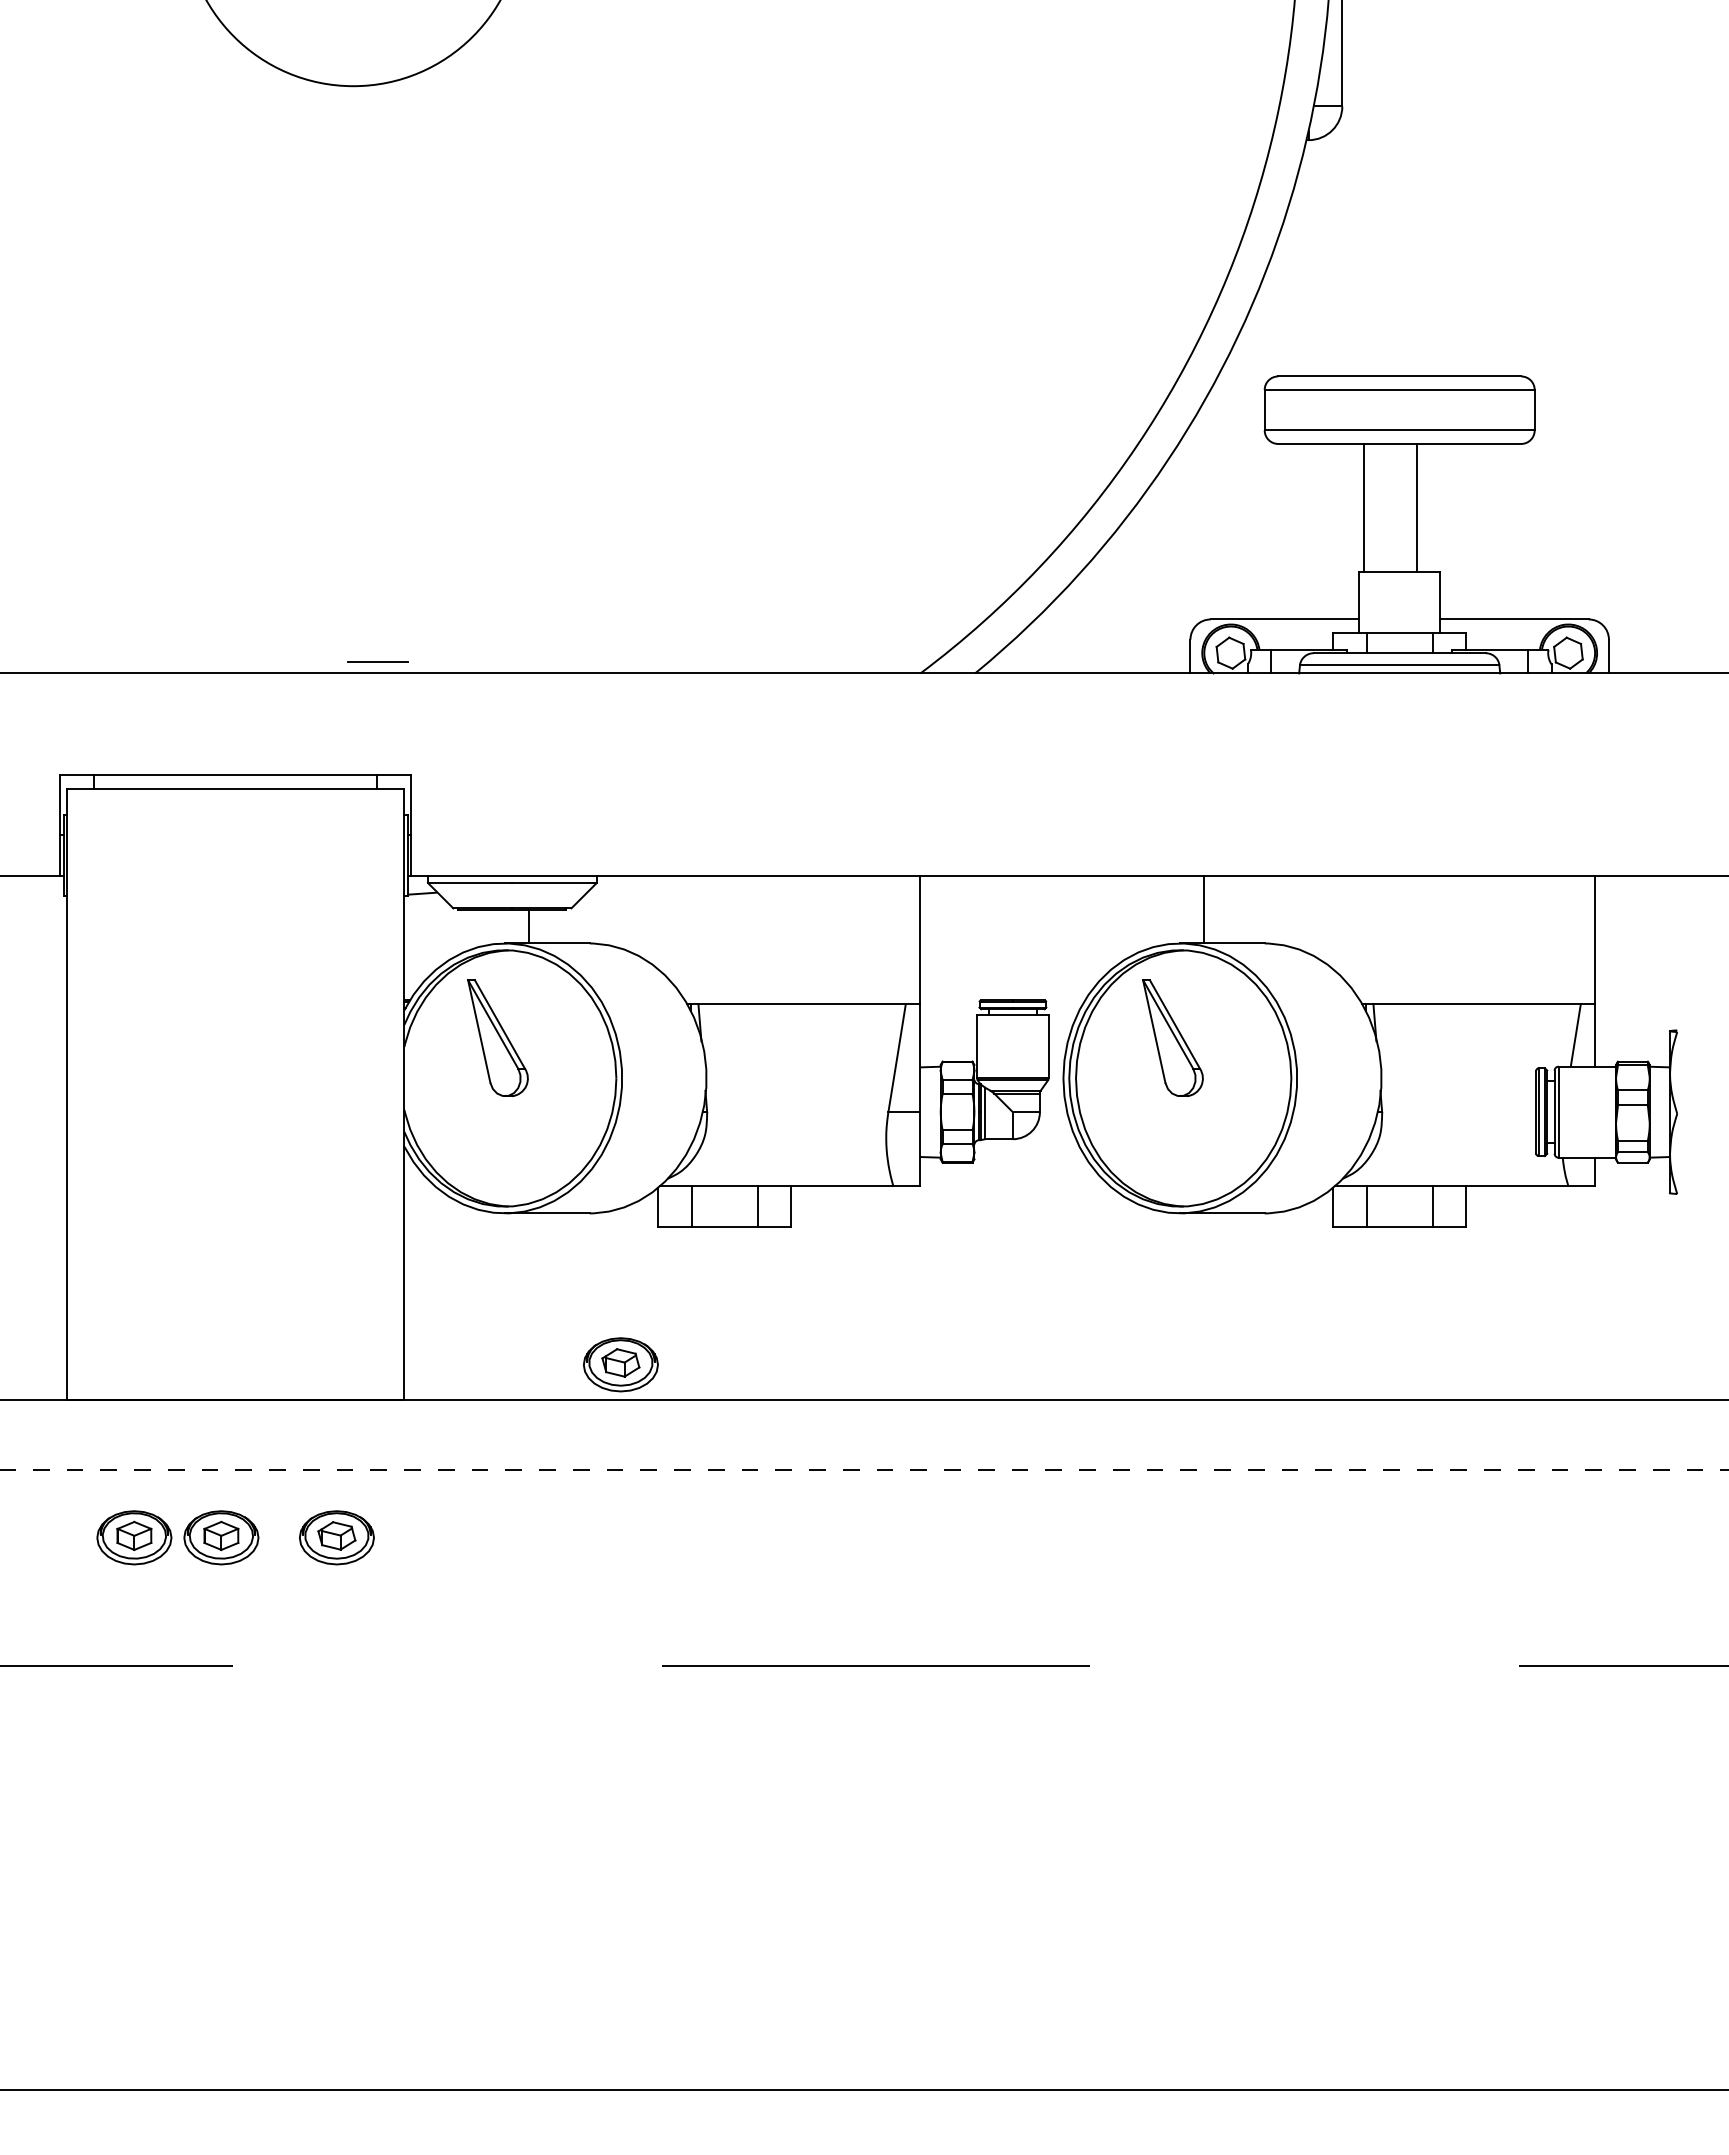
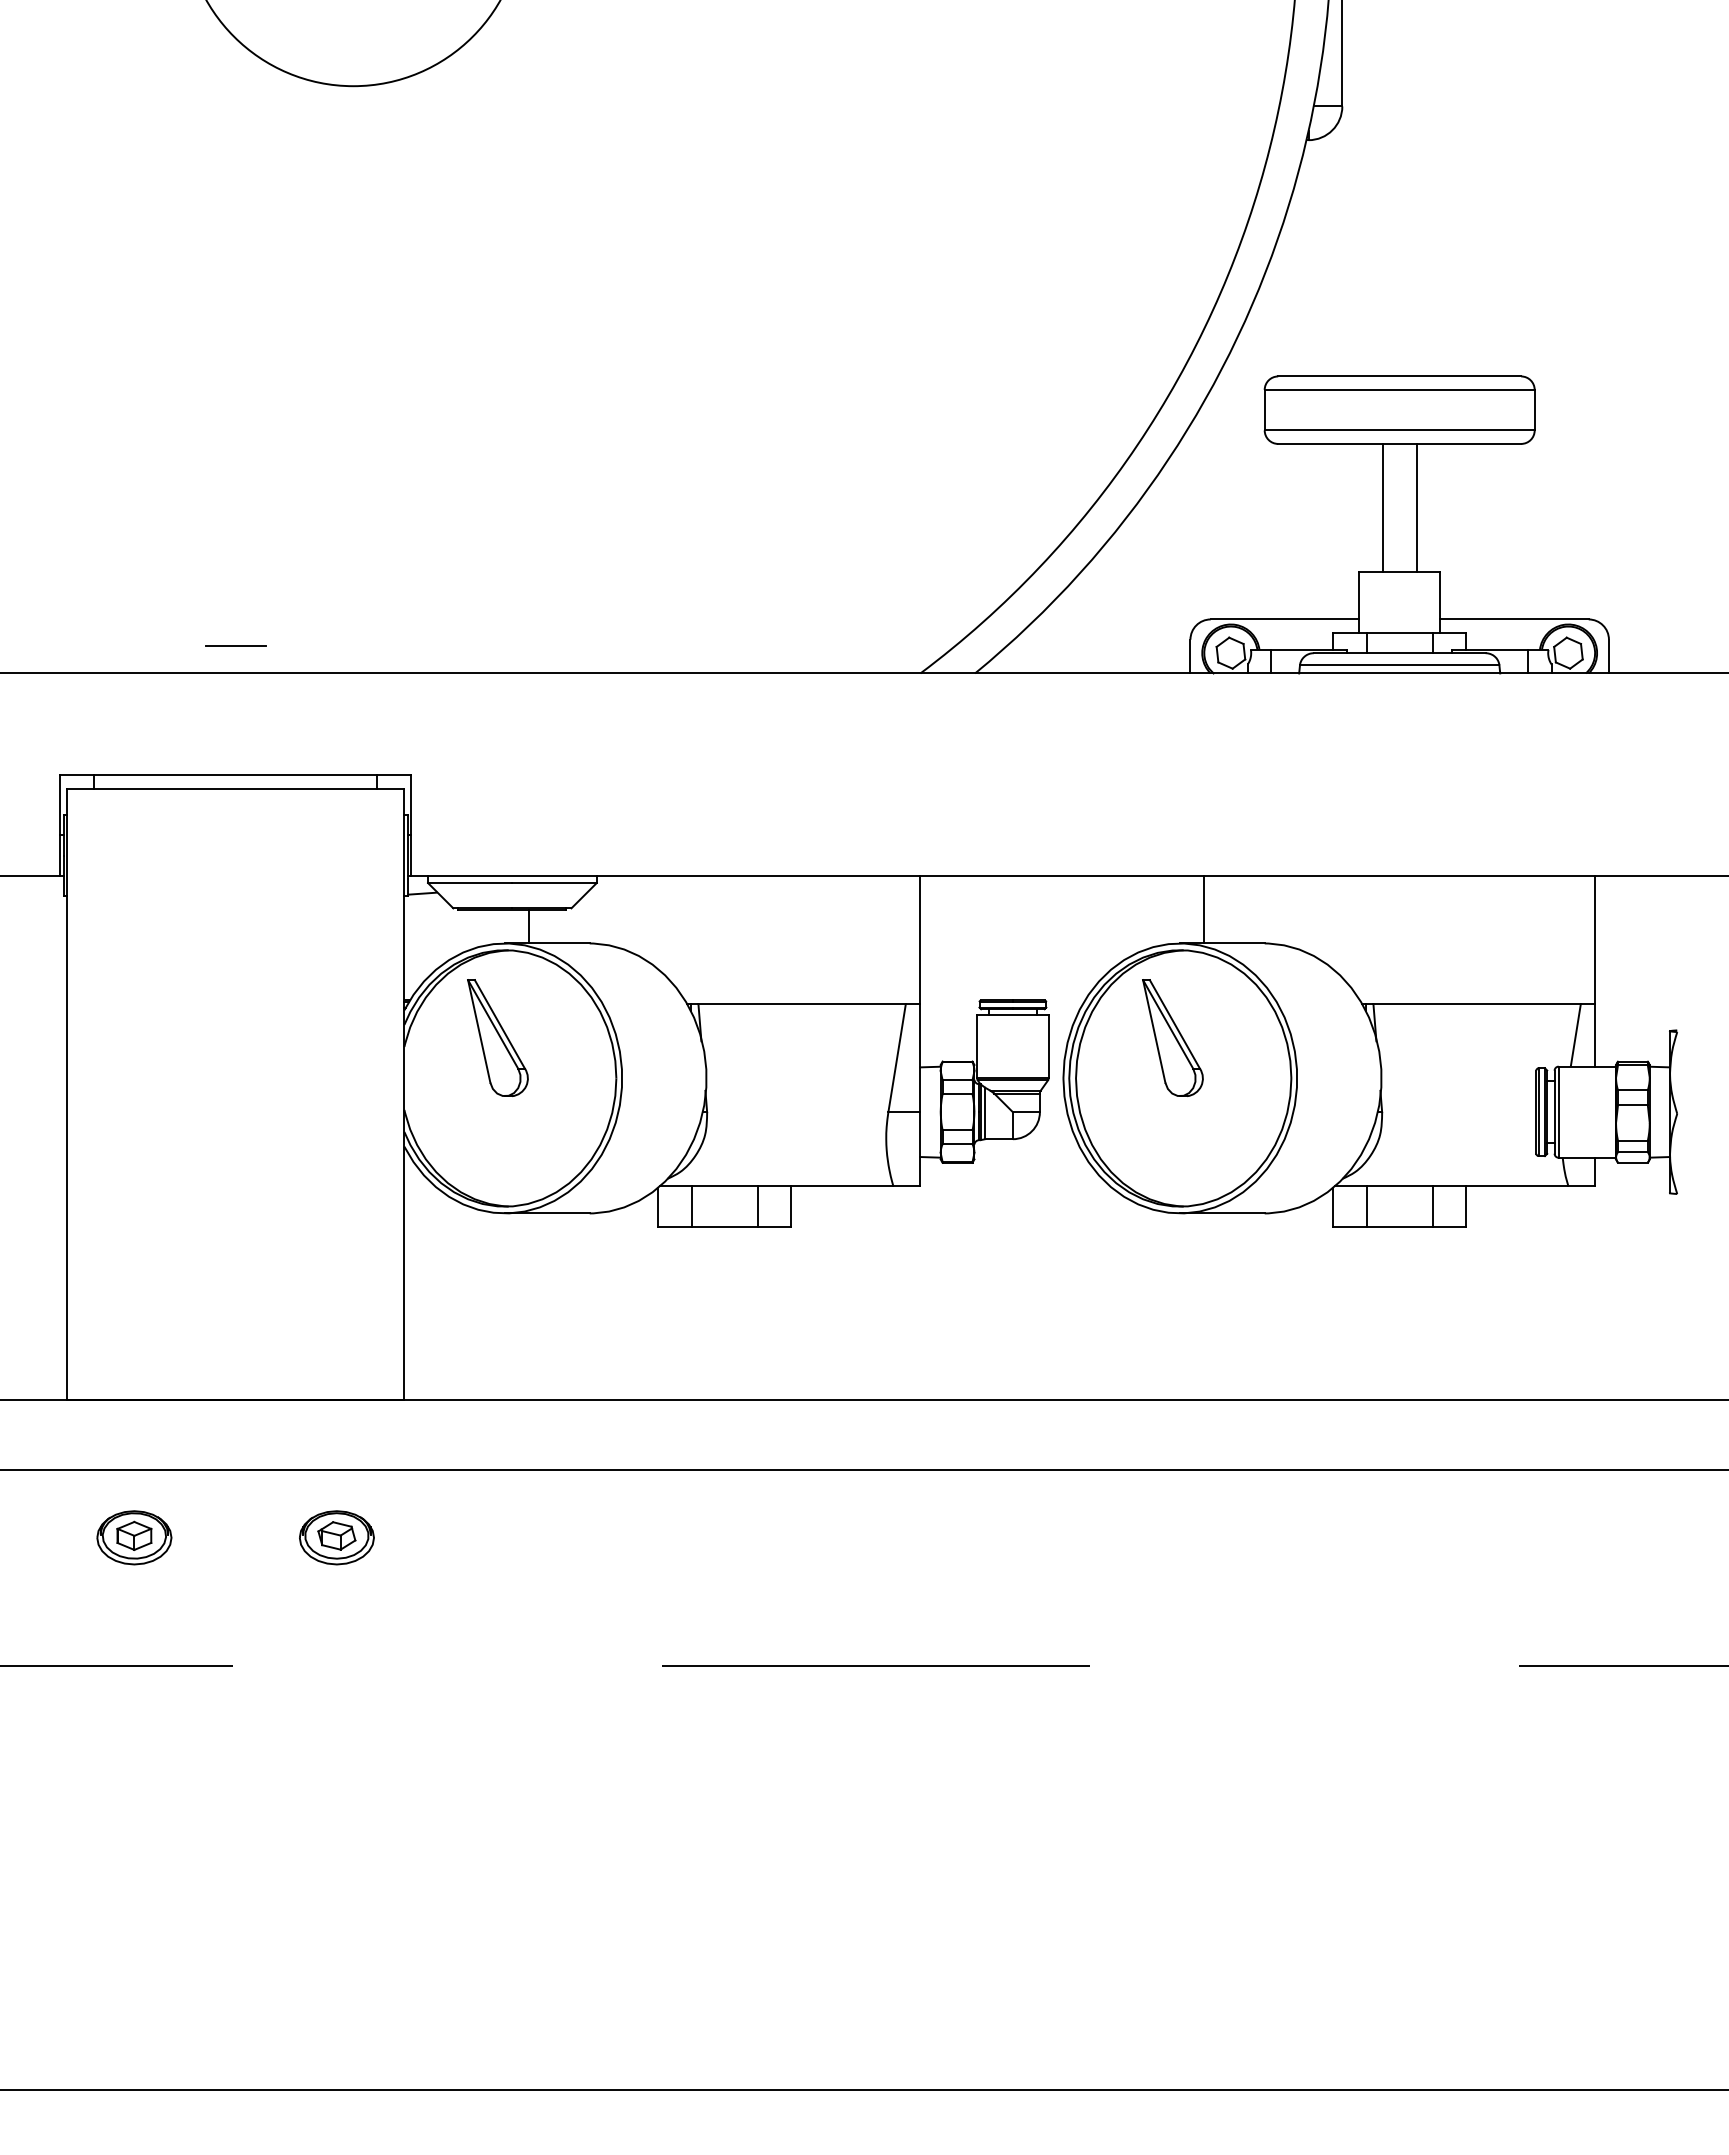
line at (1363, 507) position: (1363, 507) -> (1382, 507)
line at (377, 661) position: (377, 661) -> (235, 645)
part at (620, 1364): present -> none
line at (863, 1469): dashed -> solid
part at (221, 1537): present -> none
